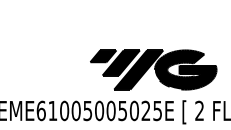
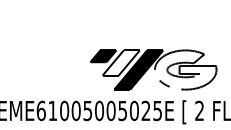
fill at (120, 62): present -> none
fill at (185, 69): present -> none
